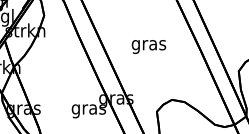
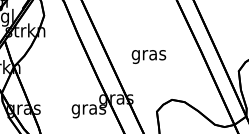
text at (148, 46) position: (148, 46) -> (148, 56)
